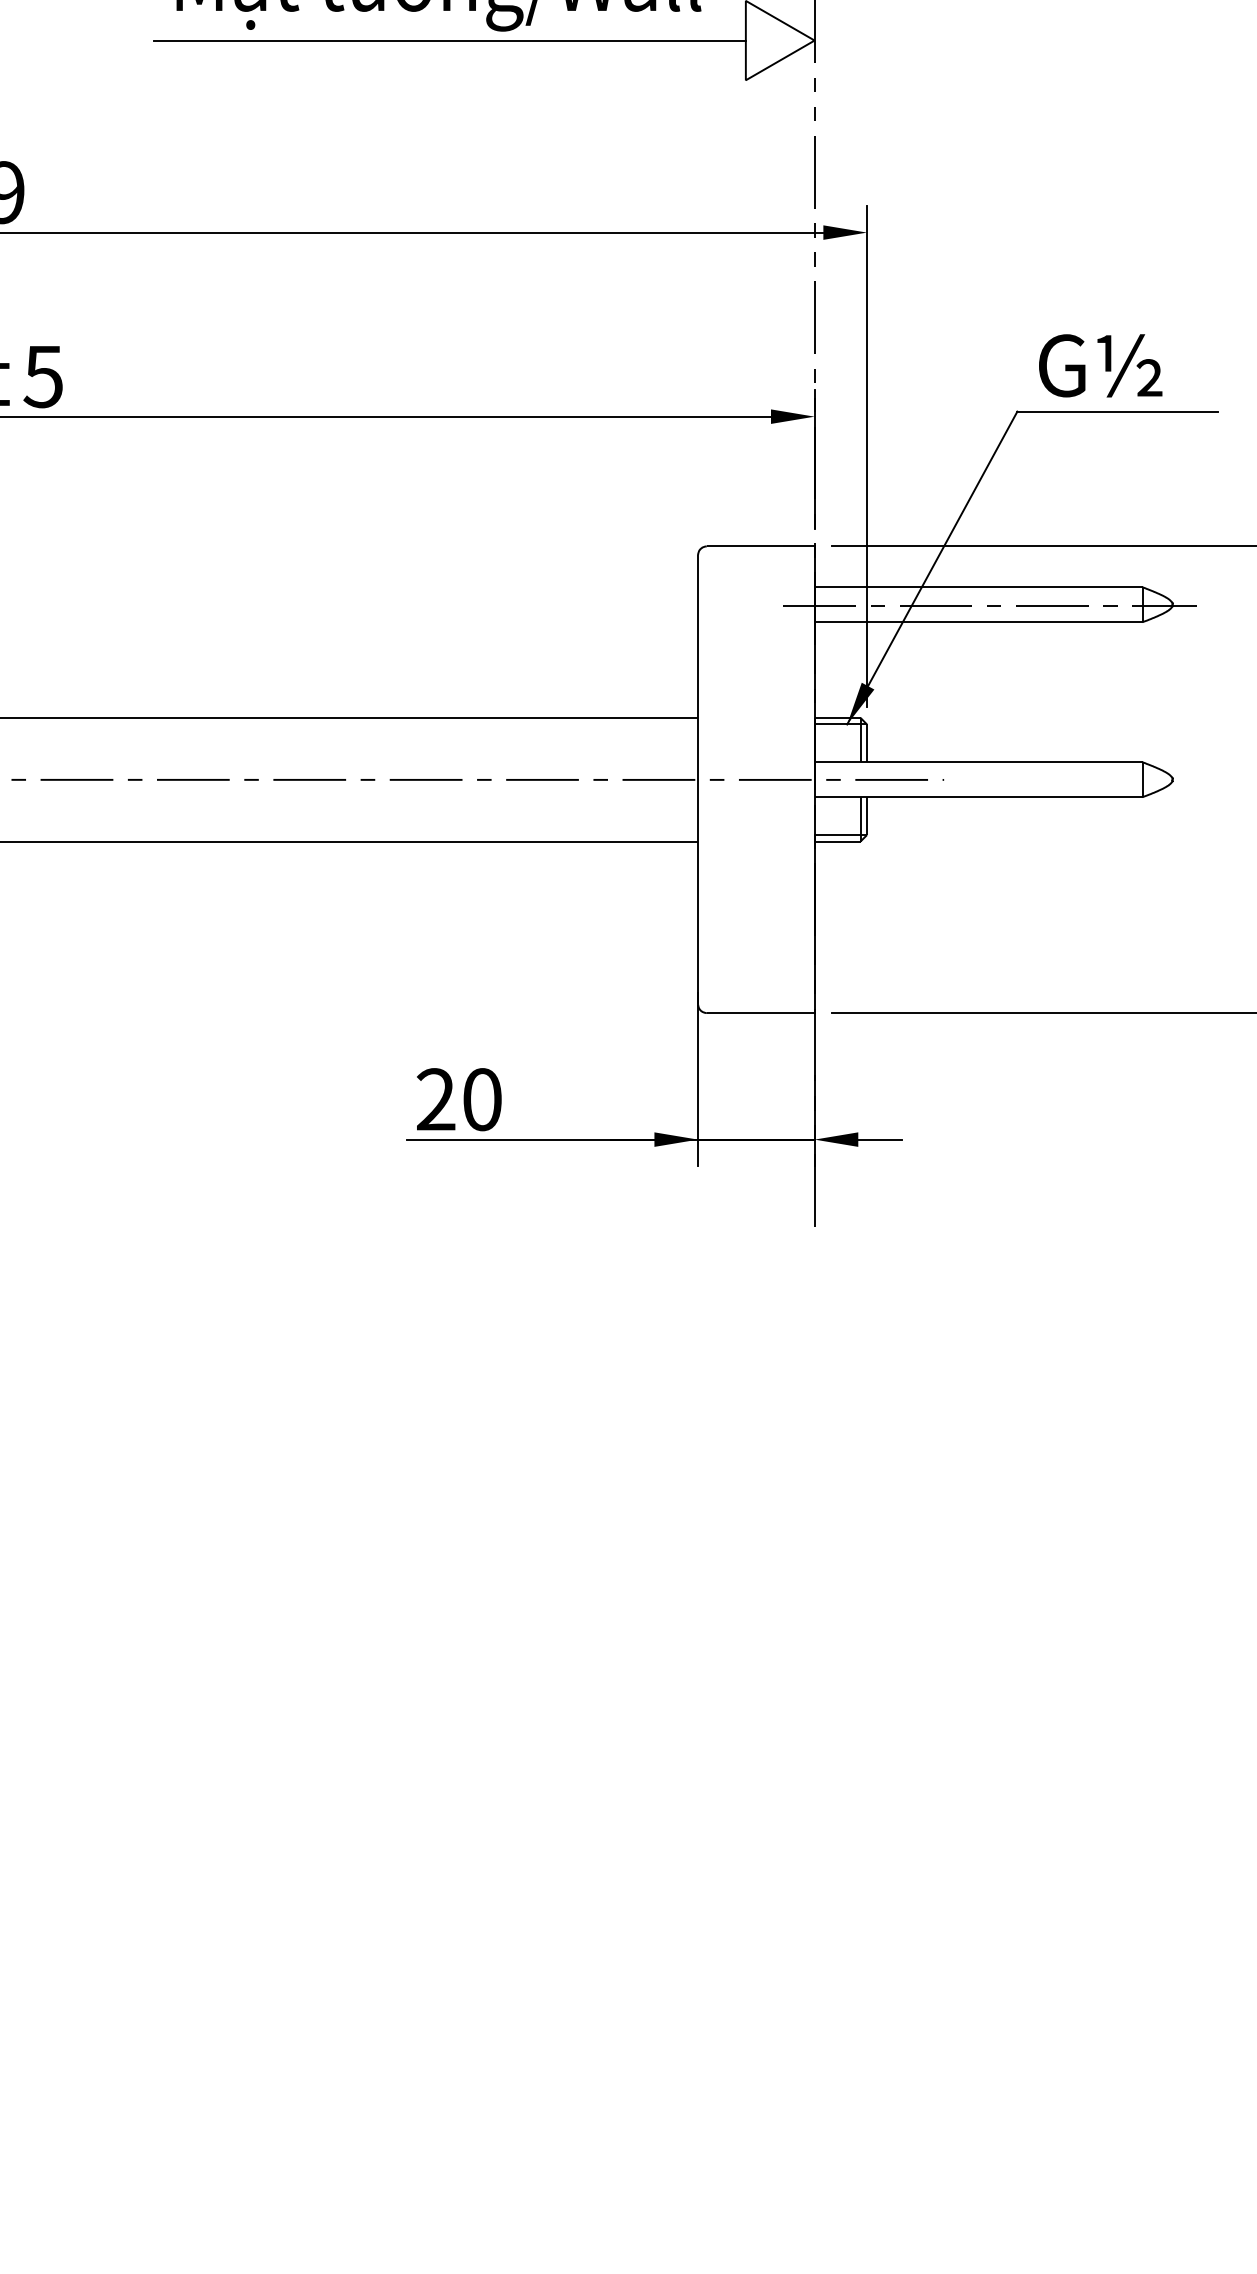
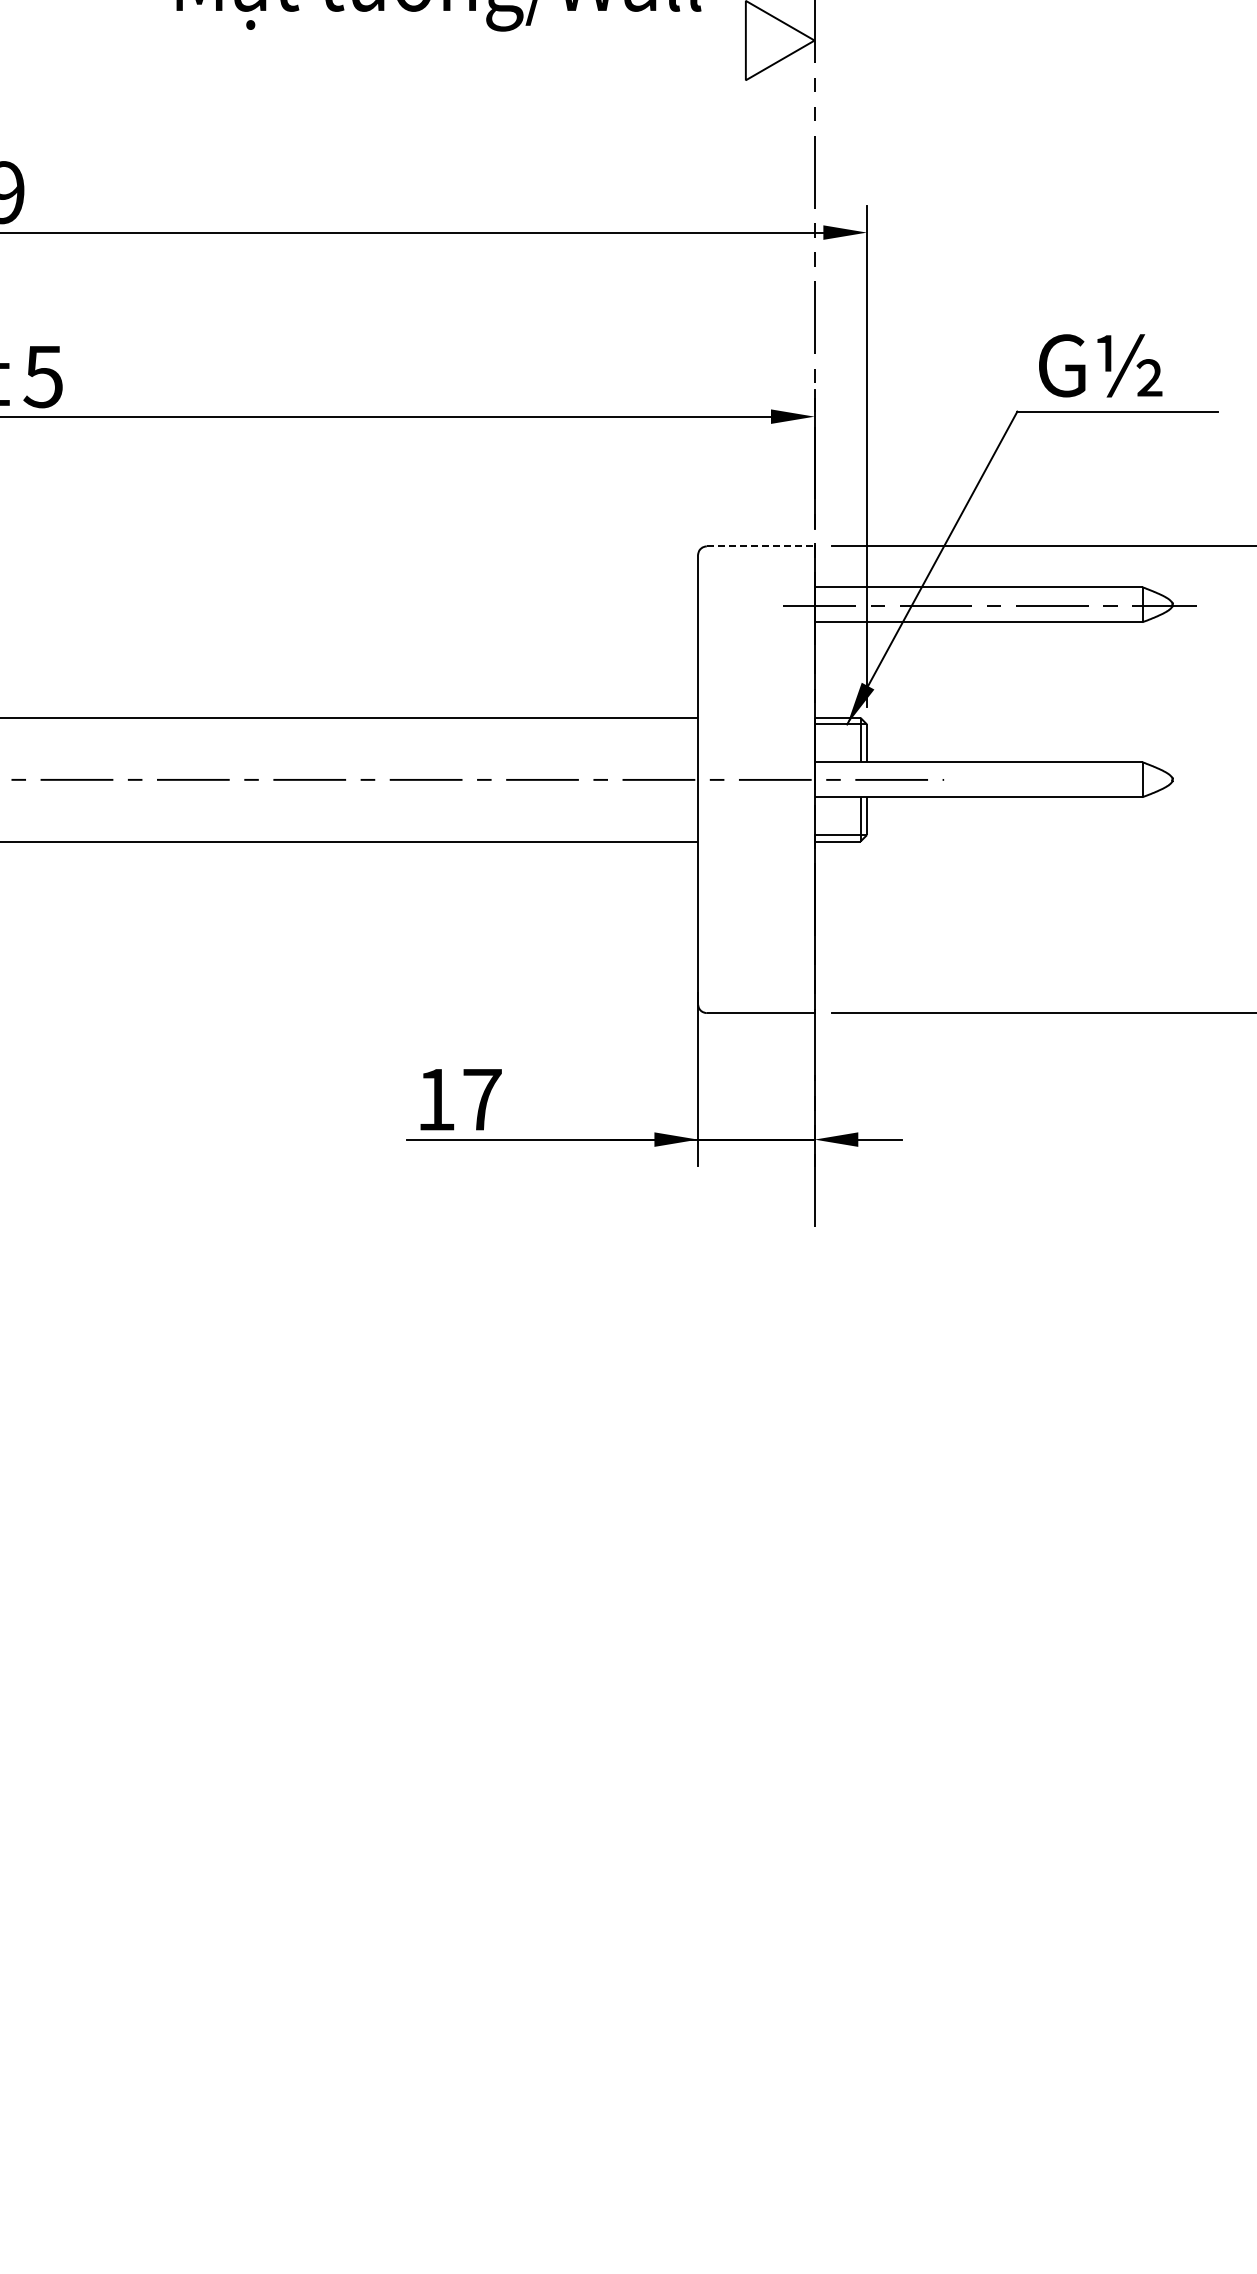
line at (449, 40): present -> none
line at (760, 546): solid -> dashed
text at (459, 1099): 20 -> 17
